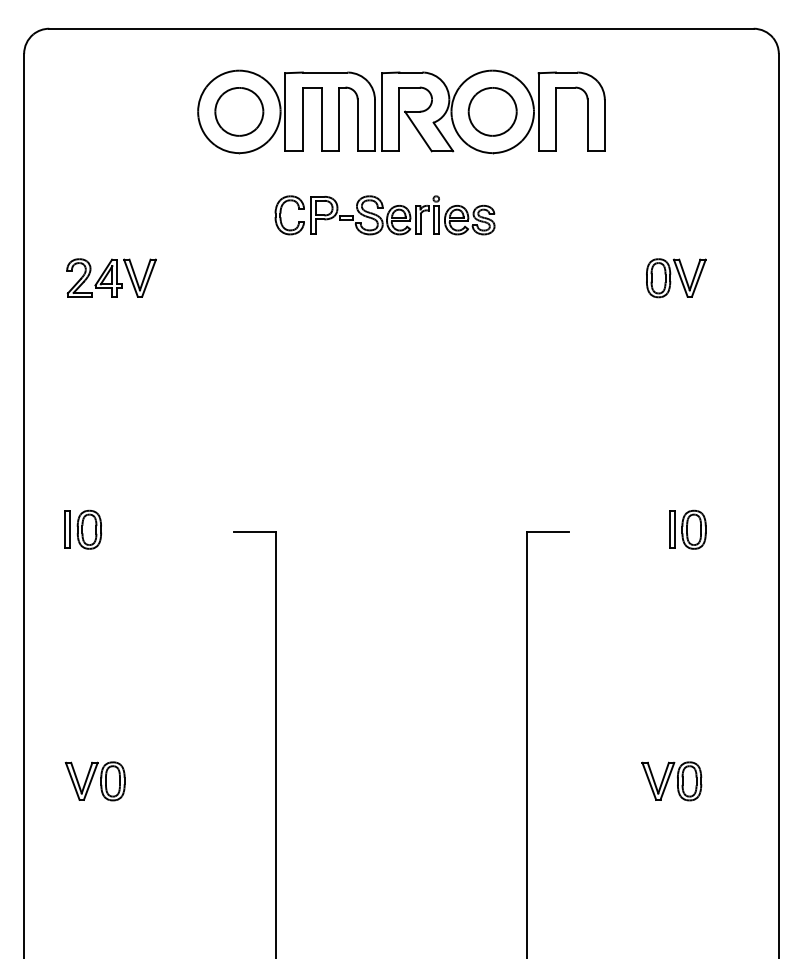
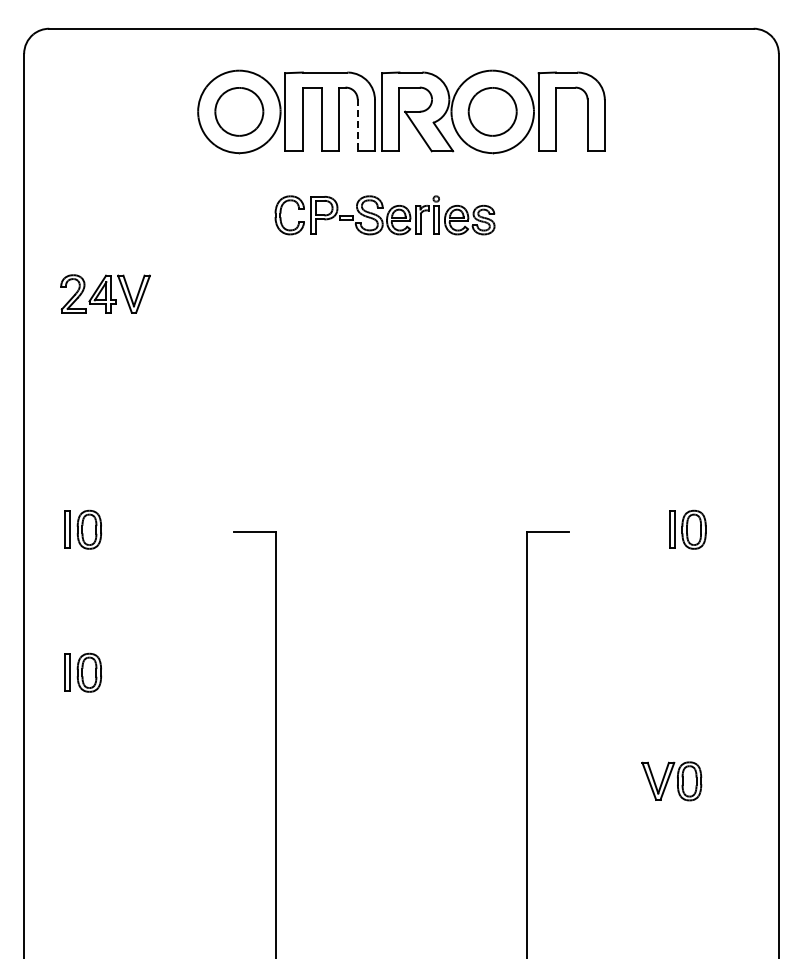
line at (357, 125): solid -> dashed
part at (111, 277) position: (111, 277) -> (105, 293)
part at (676, 278): present -> none
part at (82, 672): none -> present
part at (94, 781): present -> none
